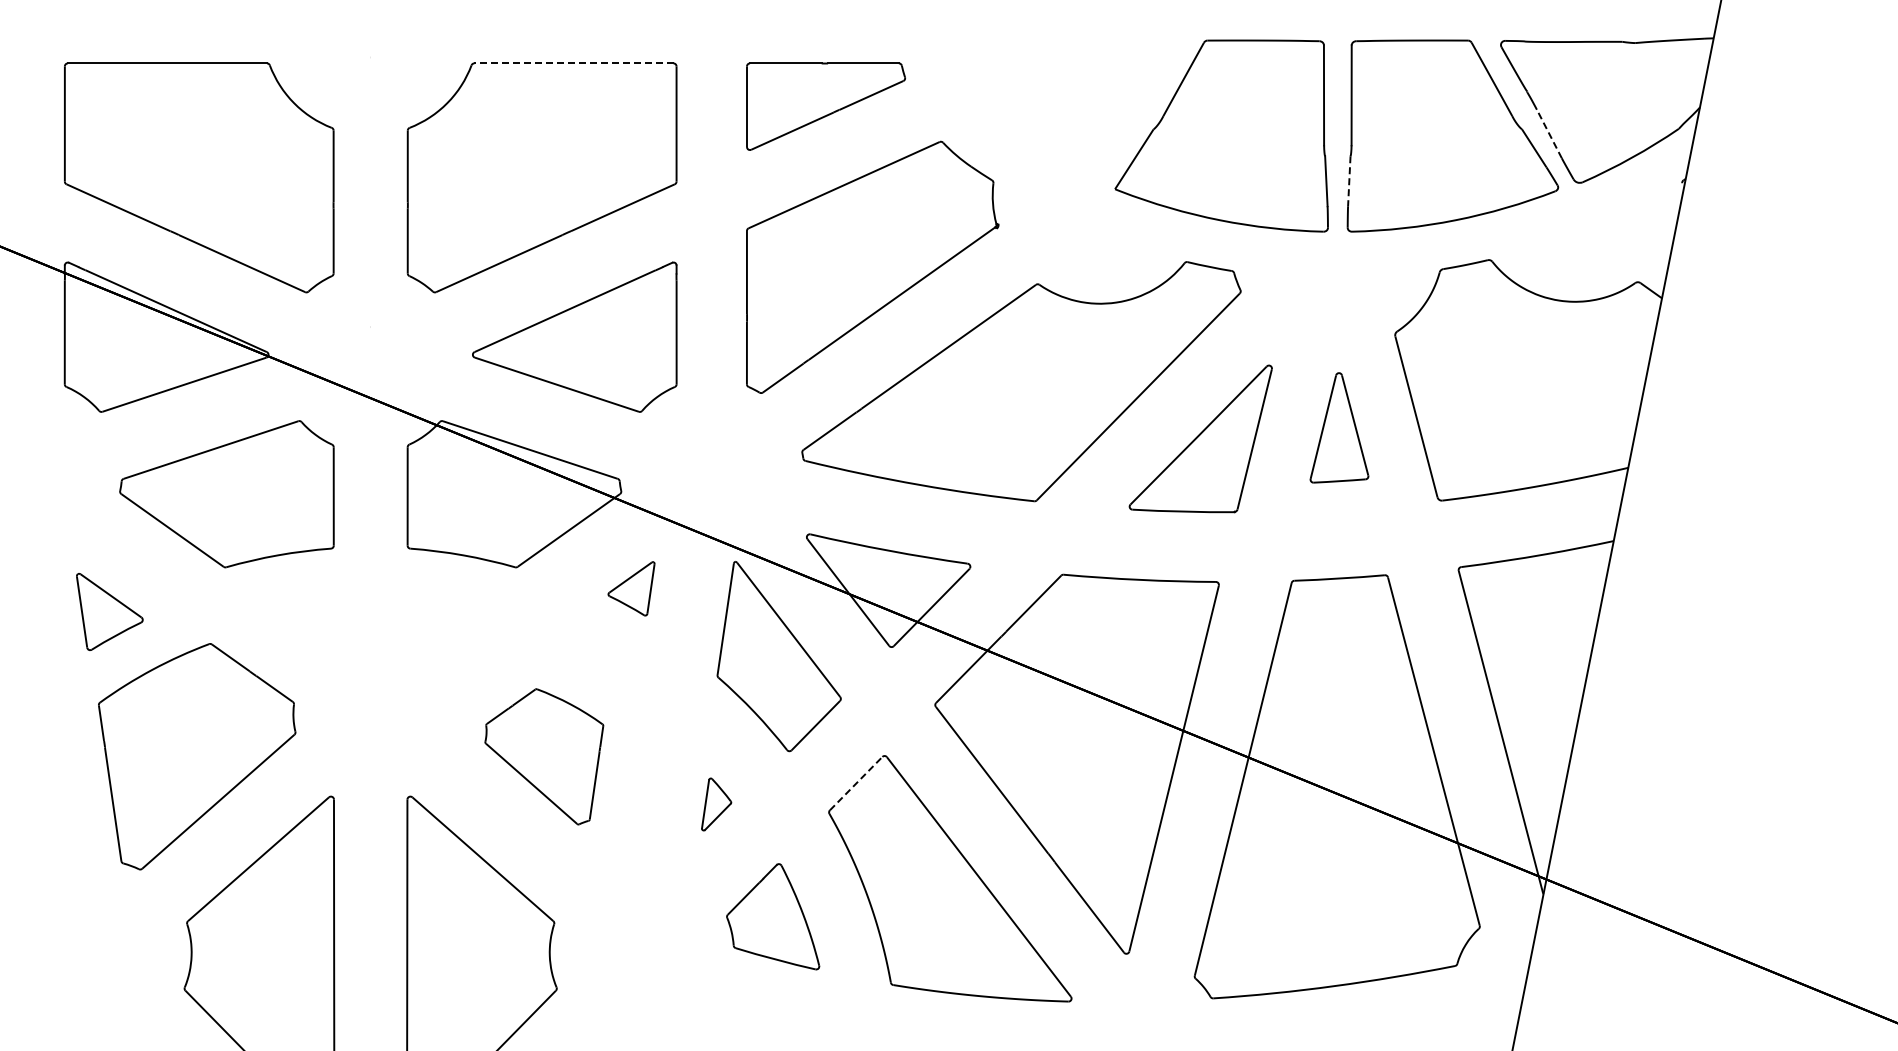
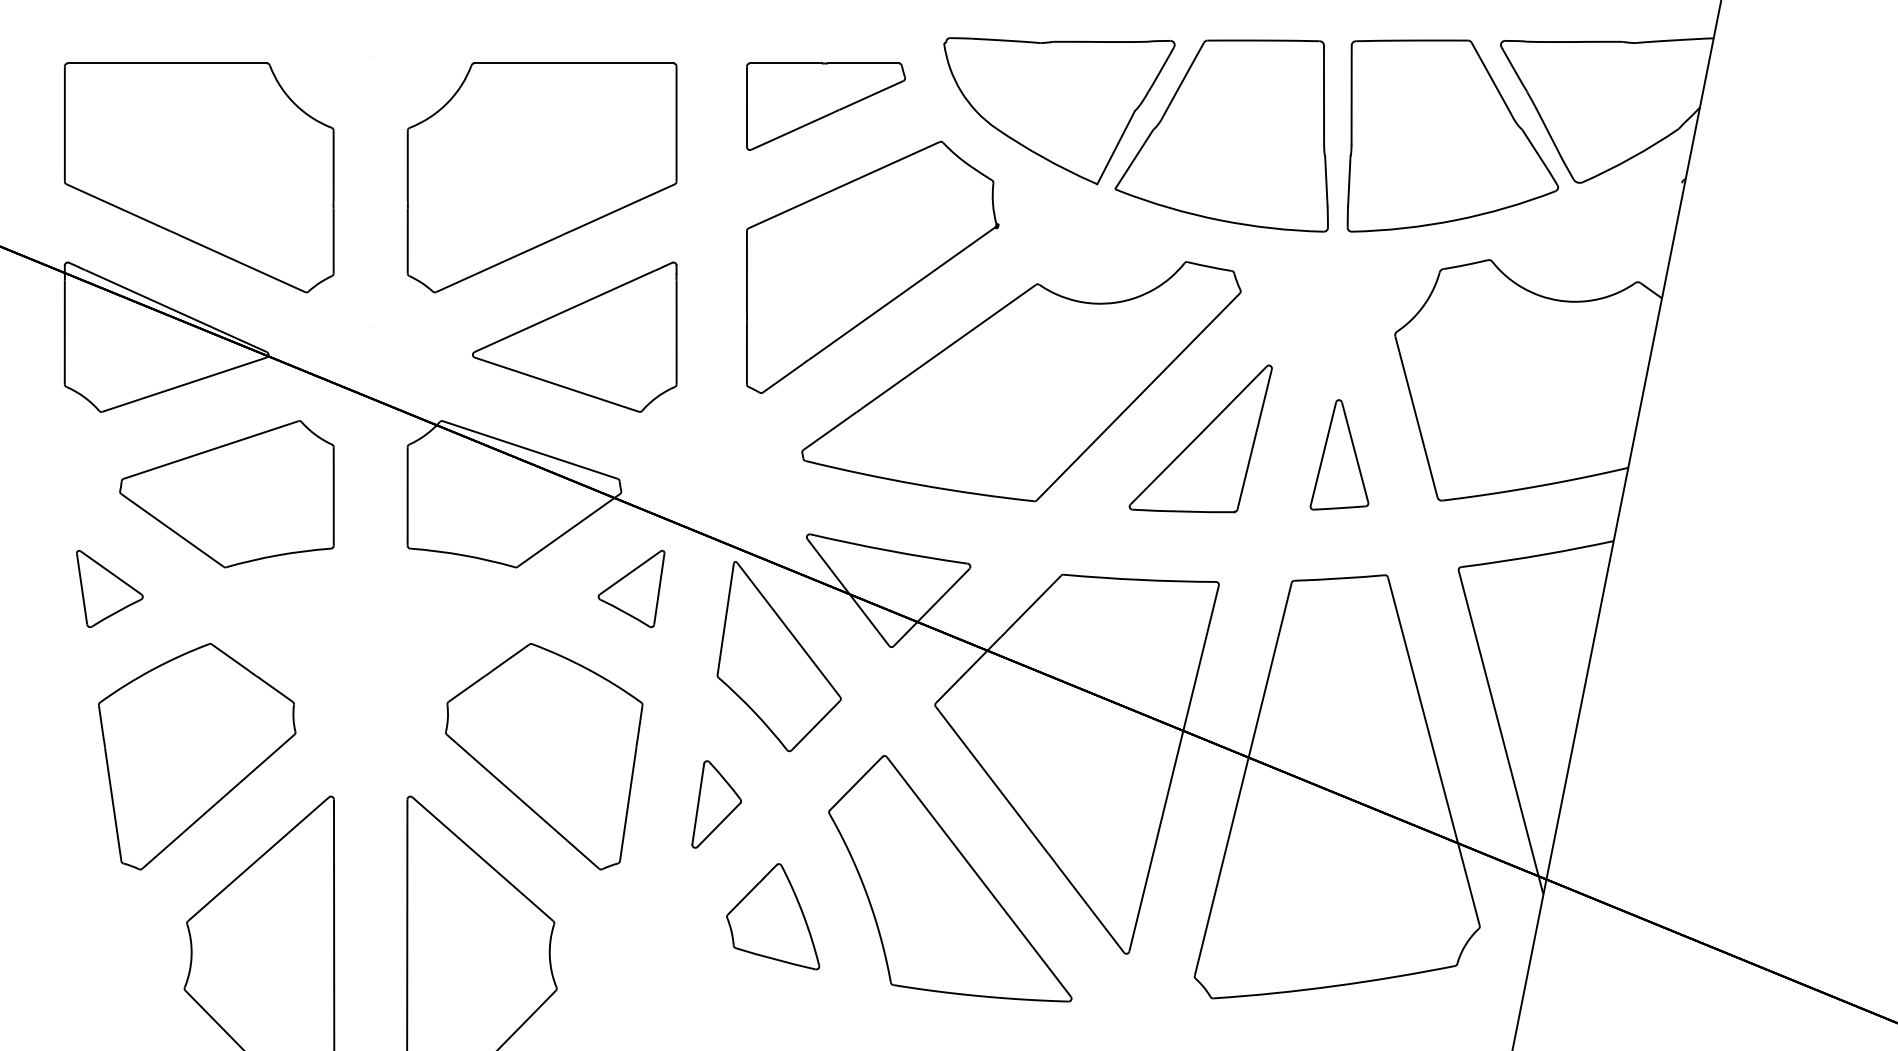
line at (573, 63): dashed -> solid
part at (1059, 111): none -> present
line at (1549, 133): dashed -> solid
line at (1349, 181): dashed -> solid
part at (1339, 427) position: (1339, 427) -> (1339, 454)
part at (631, 588) size: 49x56 px -> 69x79 px
part at (109, 611) position: (109, 611) -> (109, 588)
part at (544, 756) size: 121x138 px -> 199x228 px
line at (856, 783): dashed -> solid
part at (716, 804) size: 32x55 px -> 51x89 px
